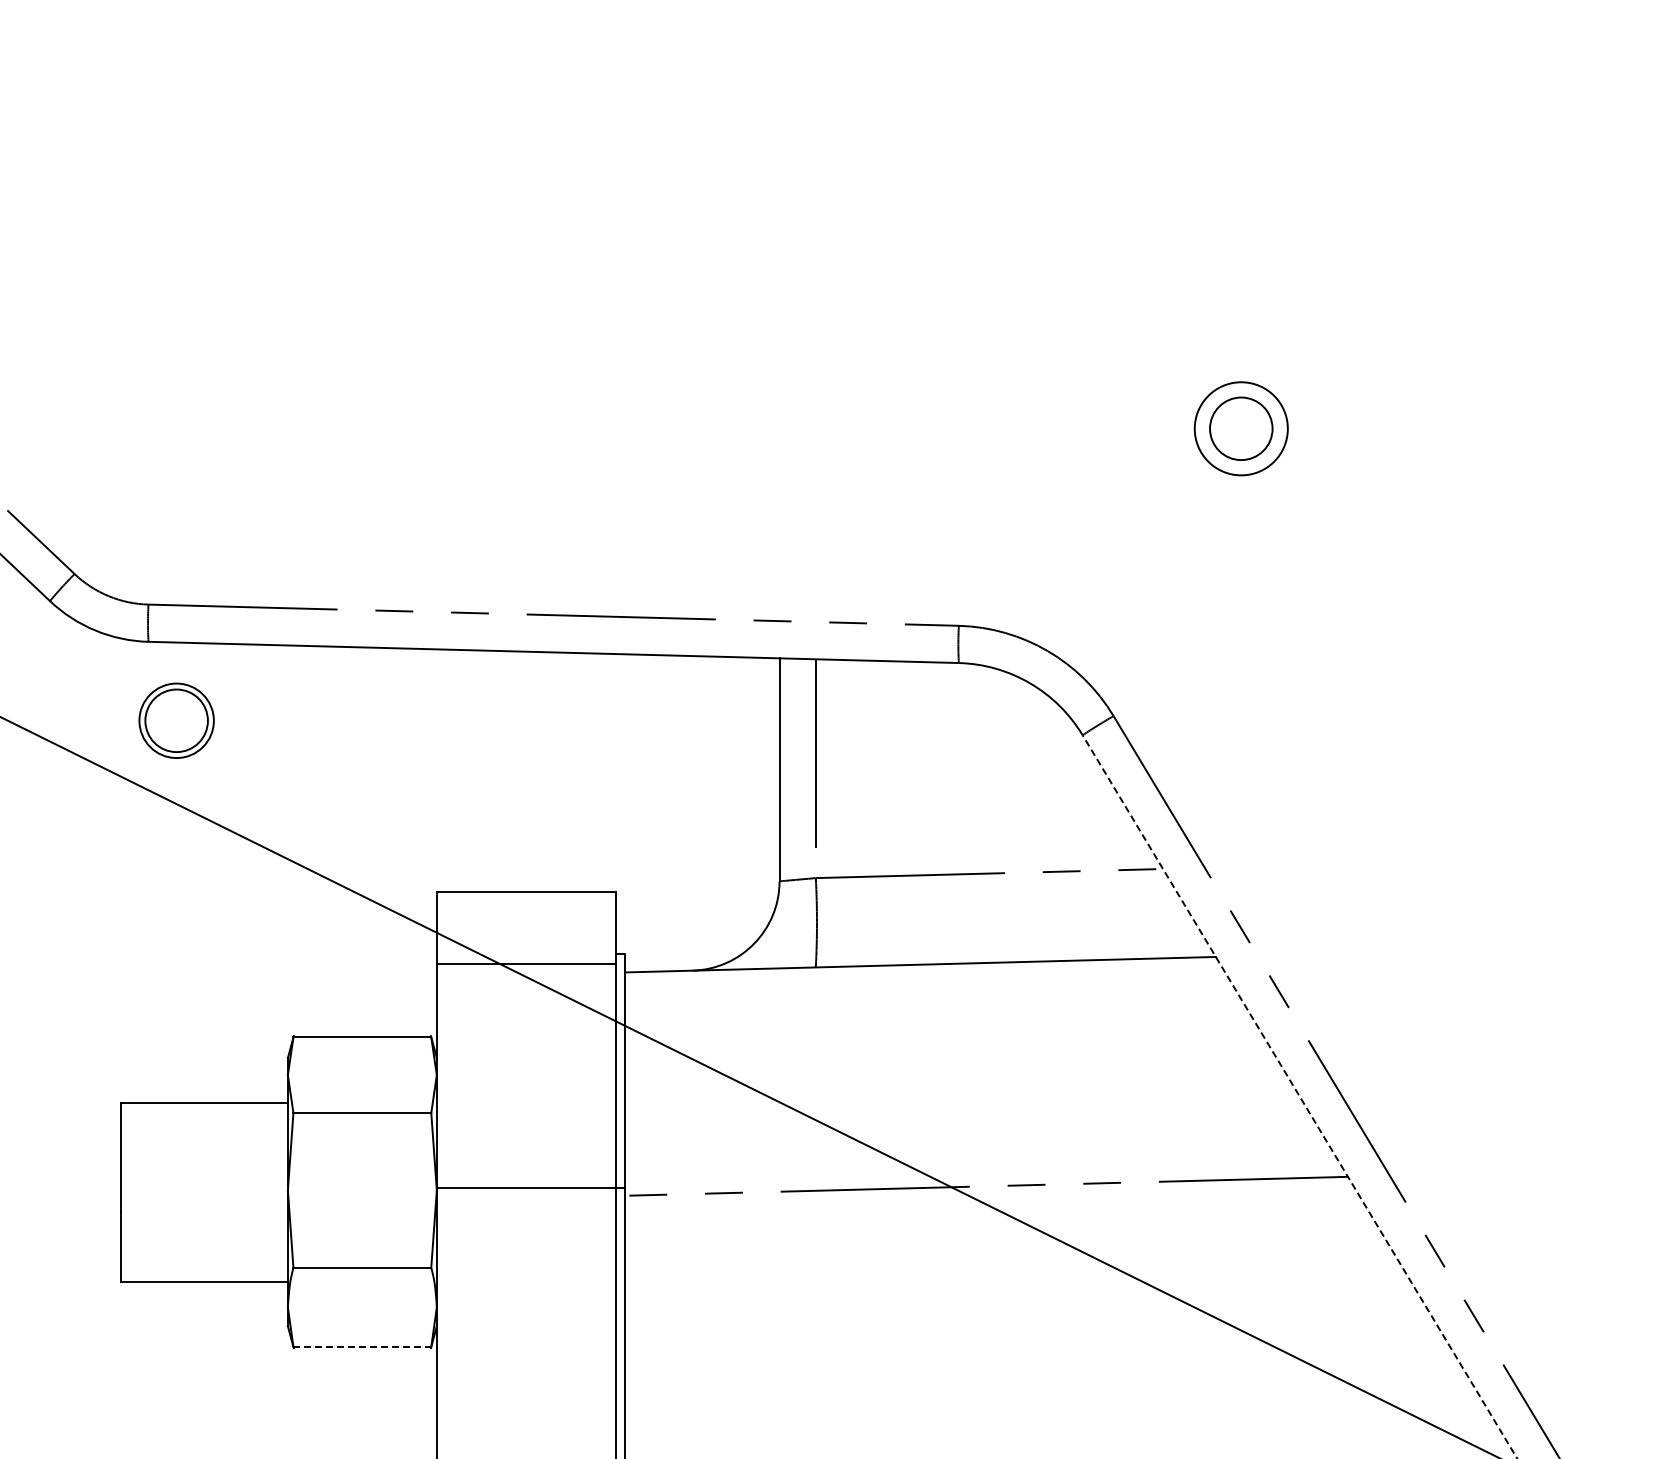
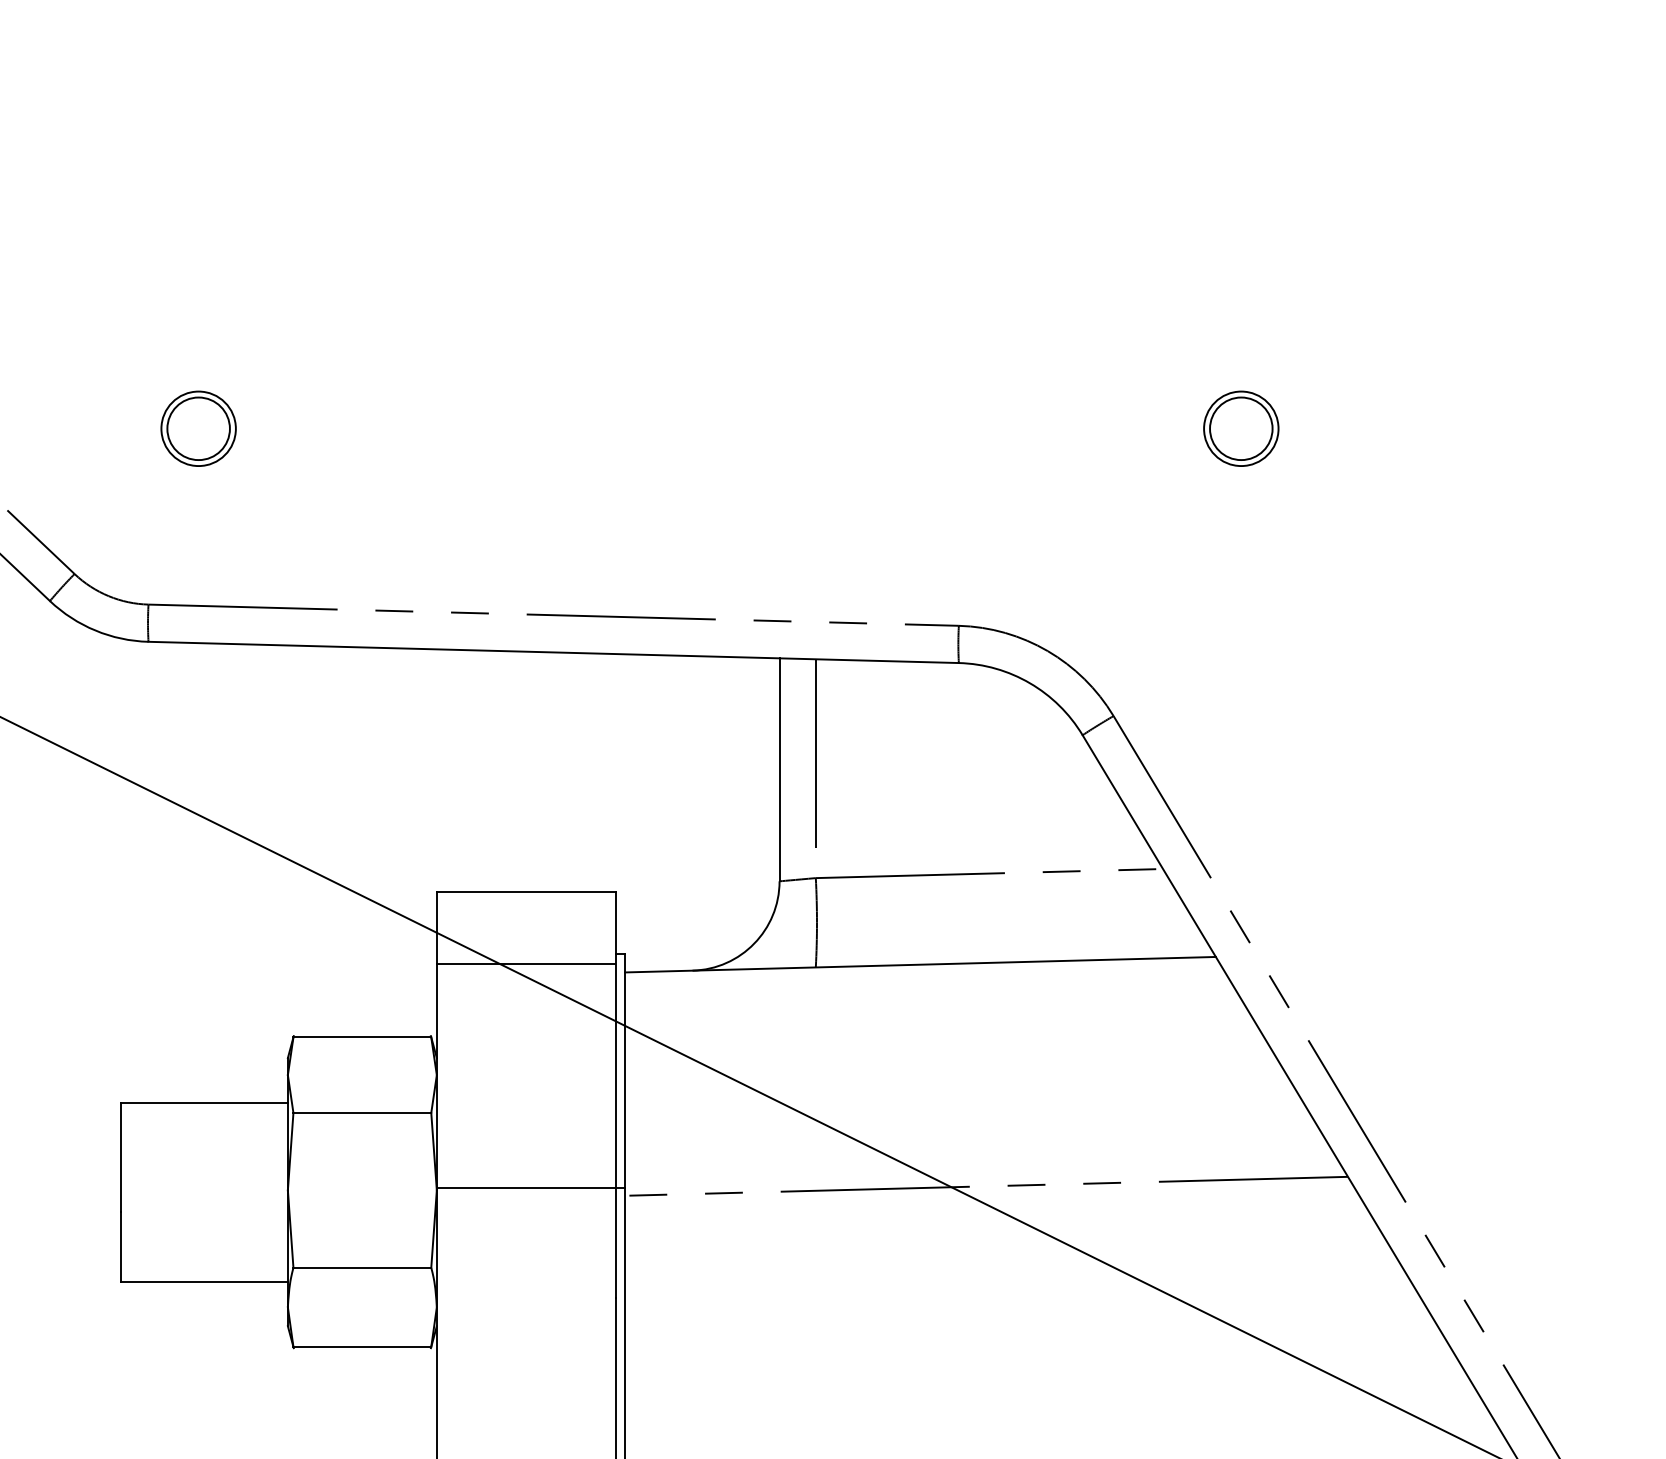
circle at (1240, 428) diameter: 93 px -> 74 px
part at (176, 720) position: (176, 720) -> (198, 428)
line at (1299, 1096): dashed -> solid
line at (362, 1346): dashed -> solid
